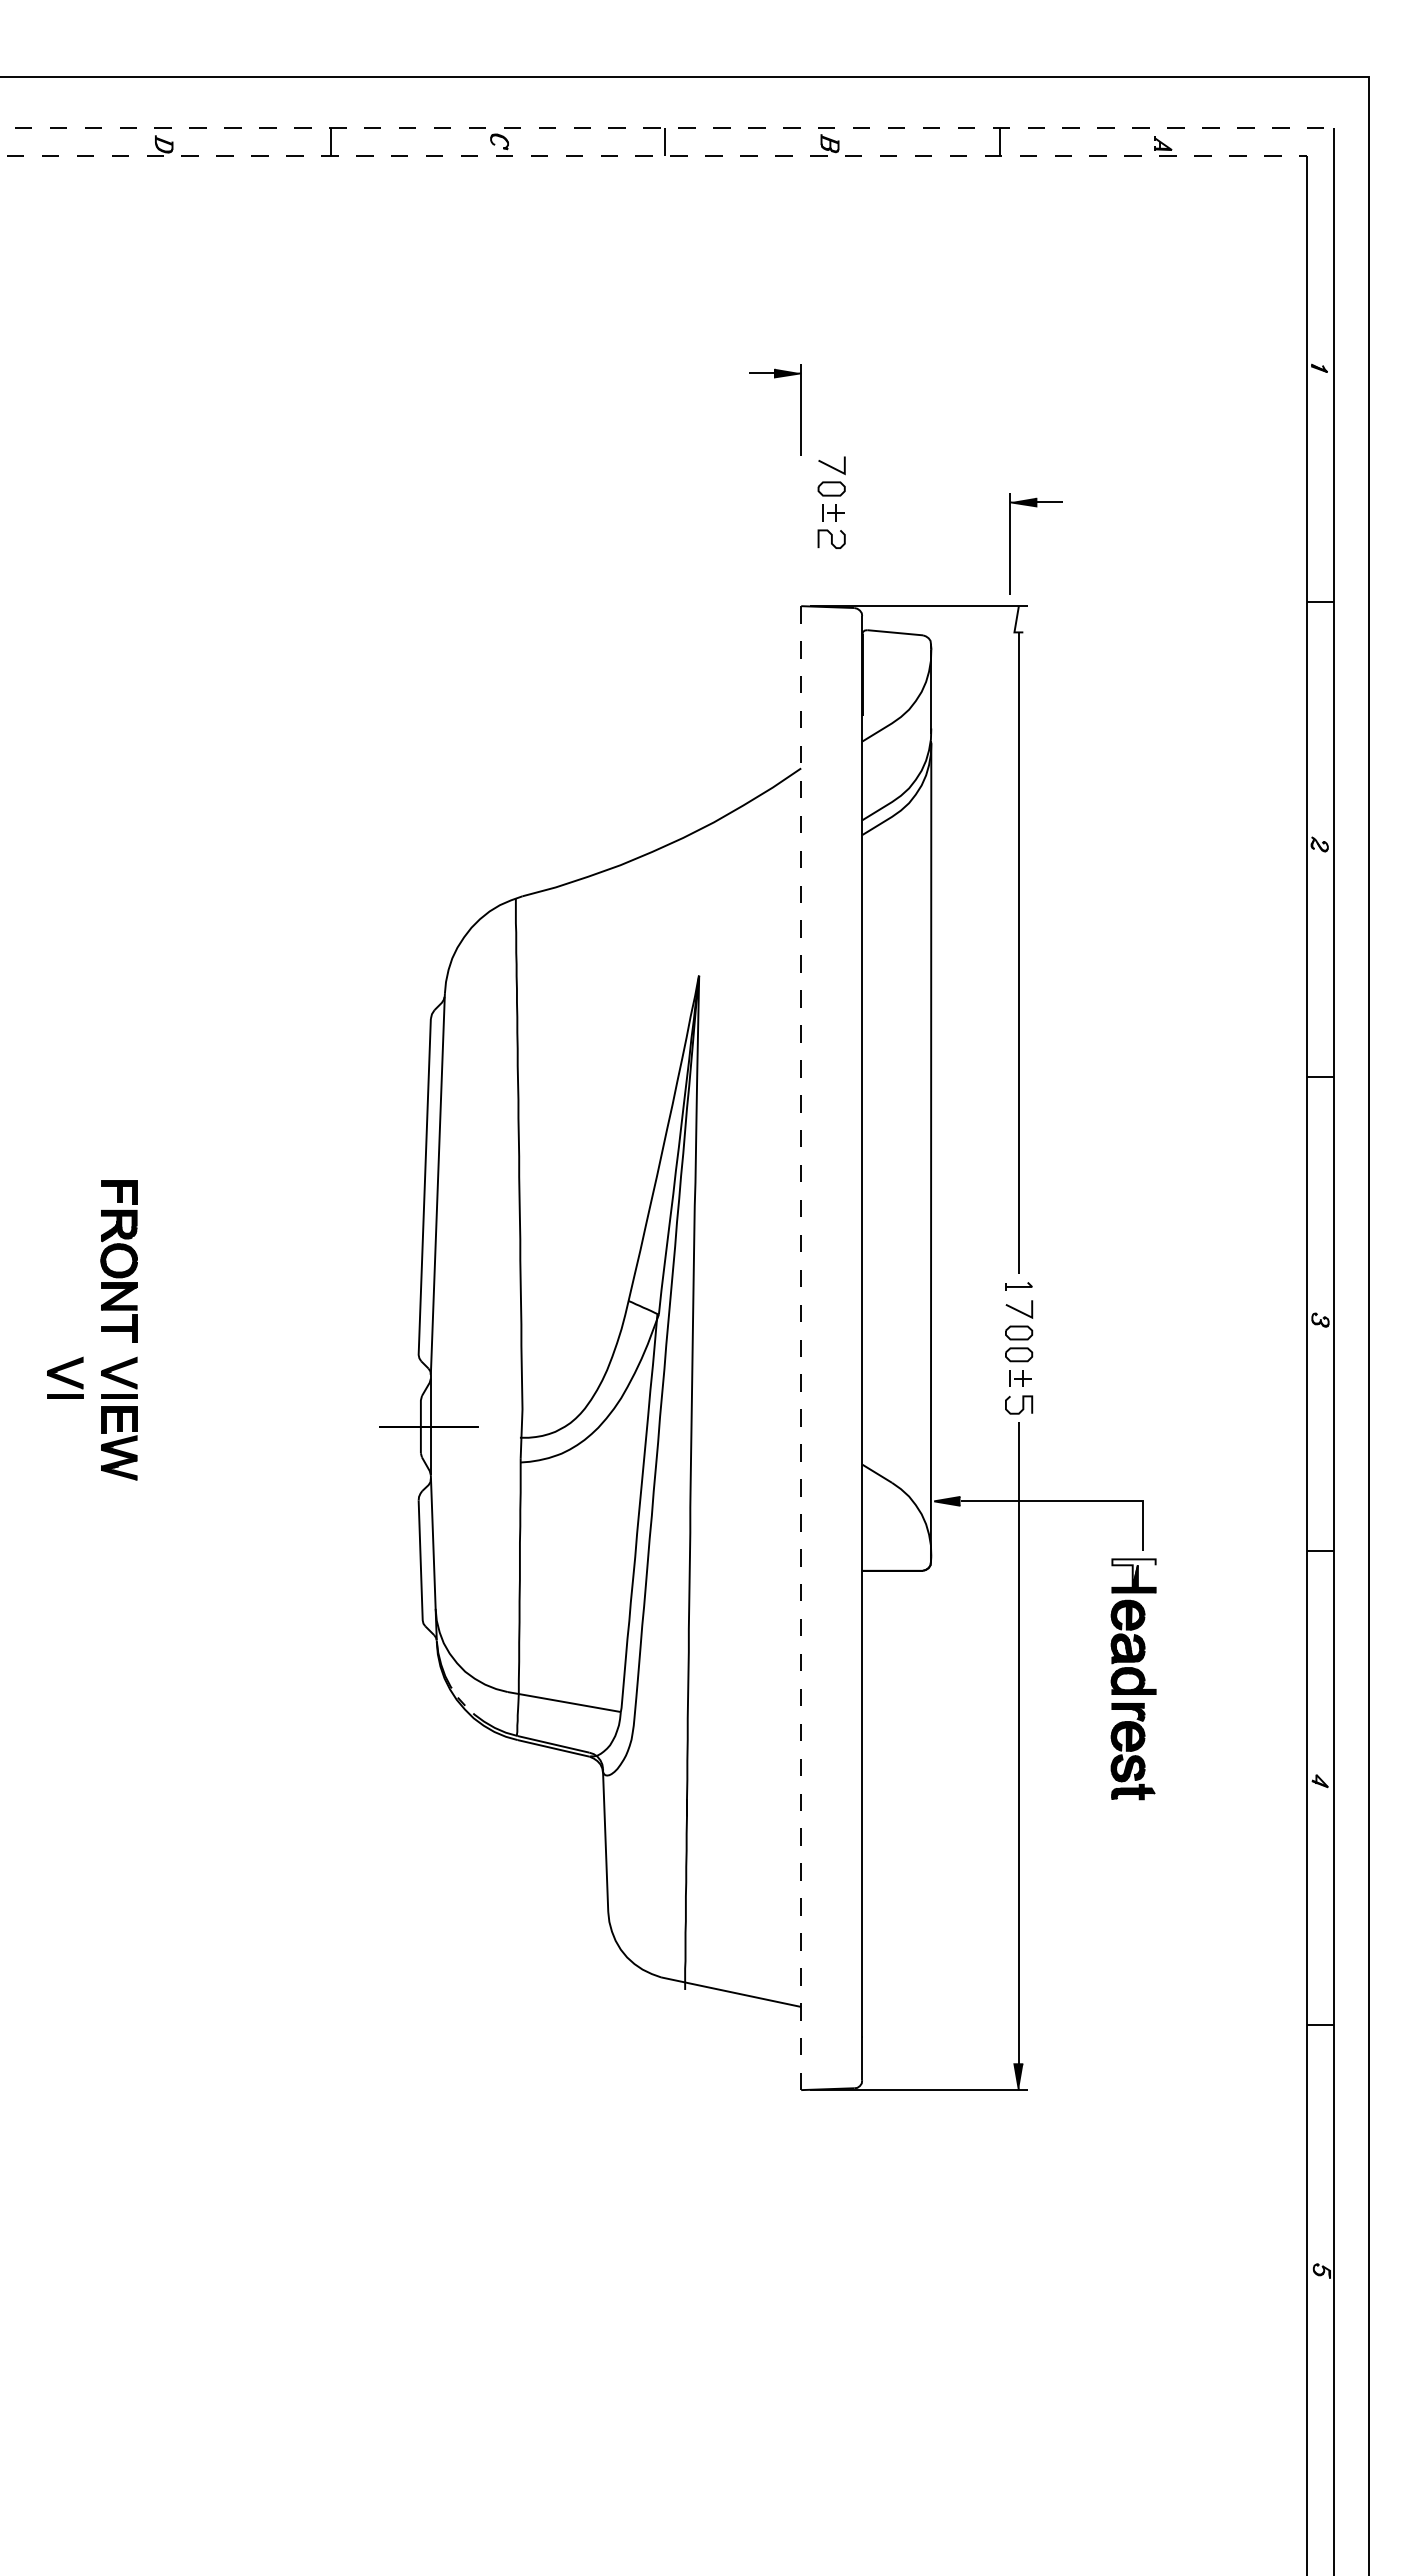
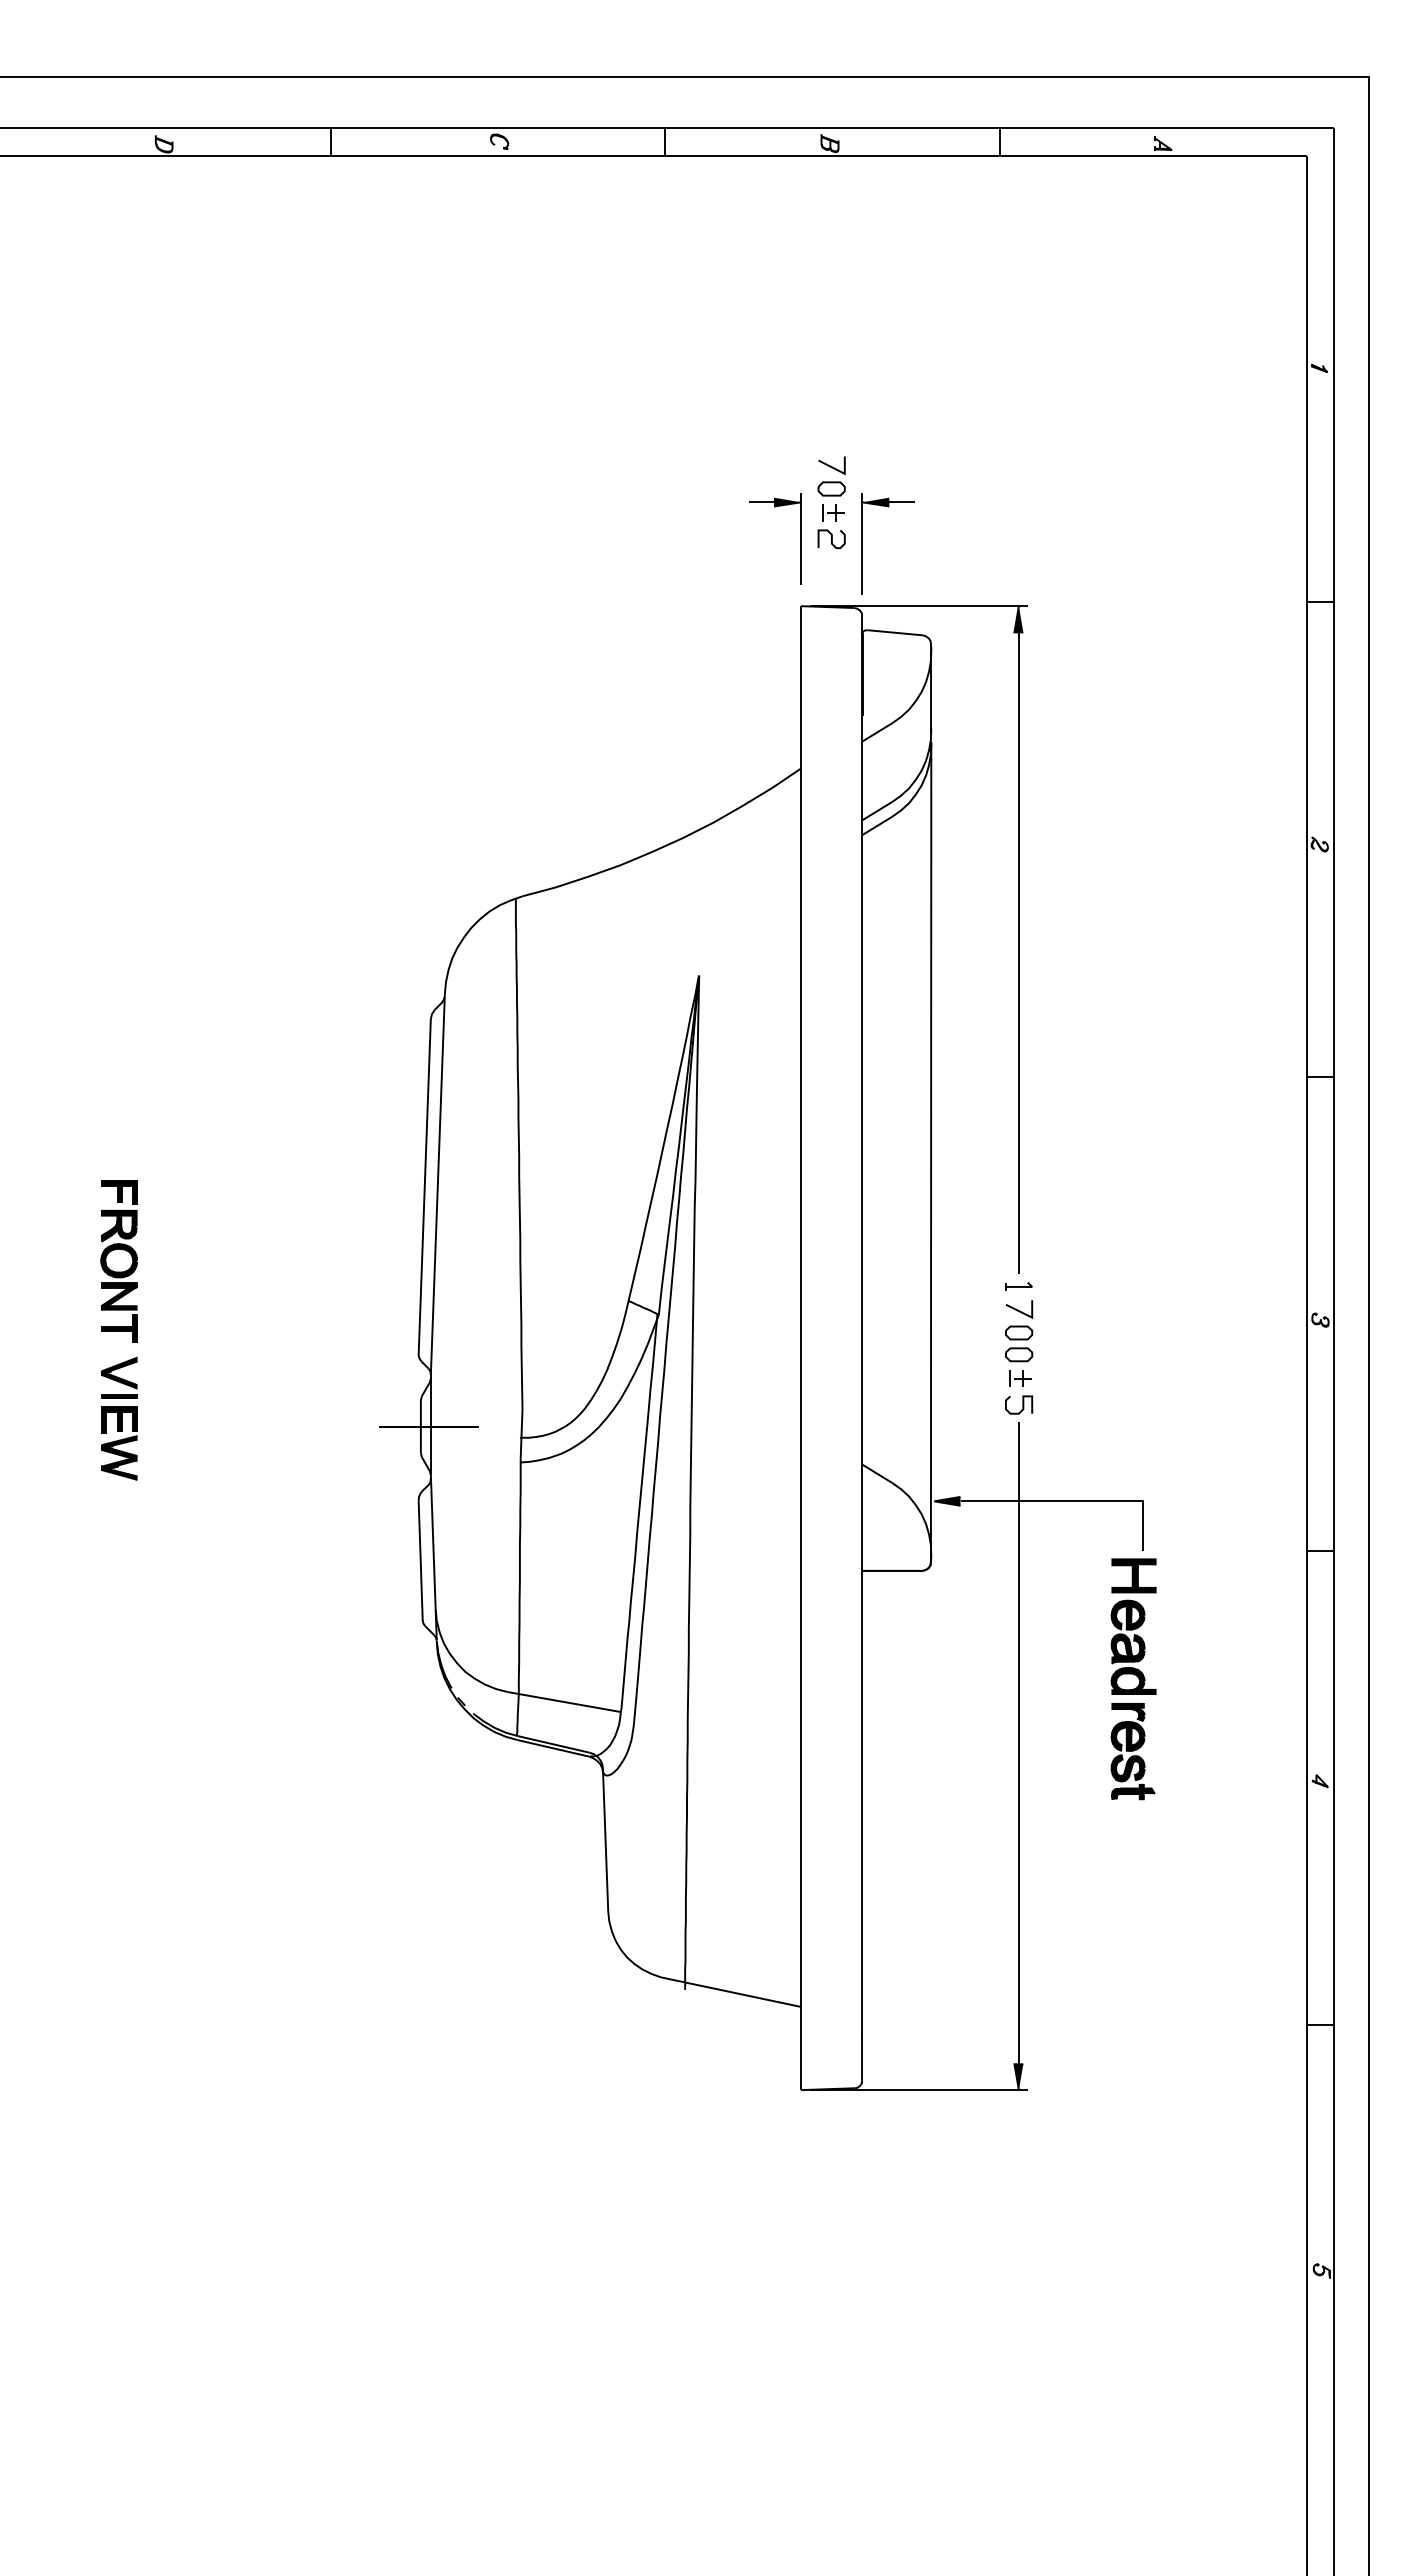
line at (667, 127): dashed -> solid
line at (654, 155): dashed -> solid
part at (800, 409) position: (800, 409) -> (800, 538)
part at (1010, 543) position: (1010, 543) -> (862, 543)
fill at (1018, 619): none -> present
line at (801, 1348): dashed -> solid
part at (65, 1377): present -> none
fill at (1133, 1573): none -> present
